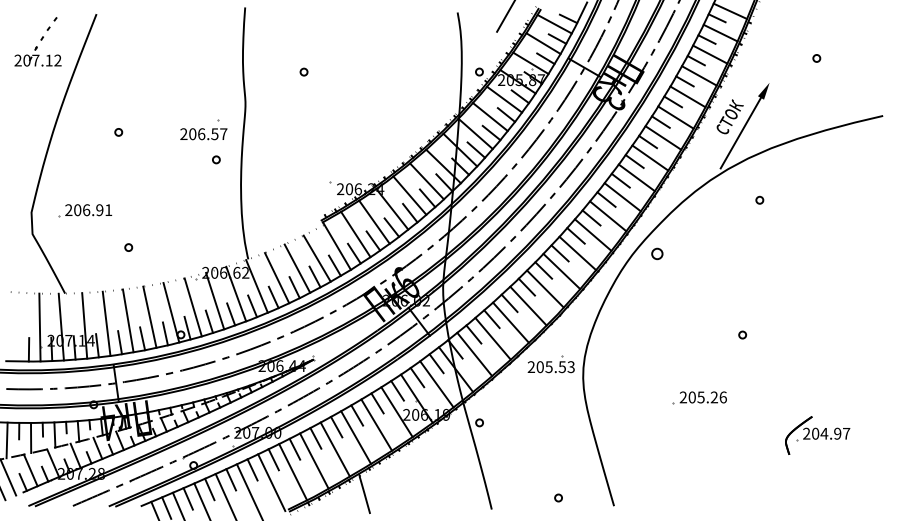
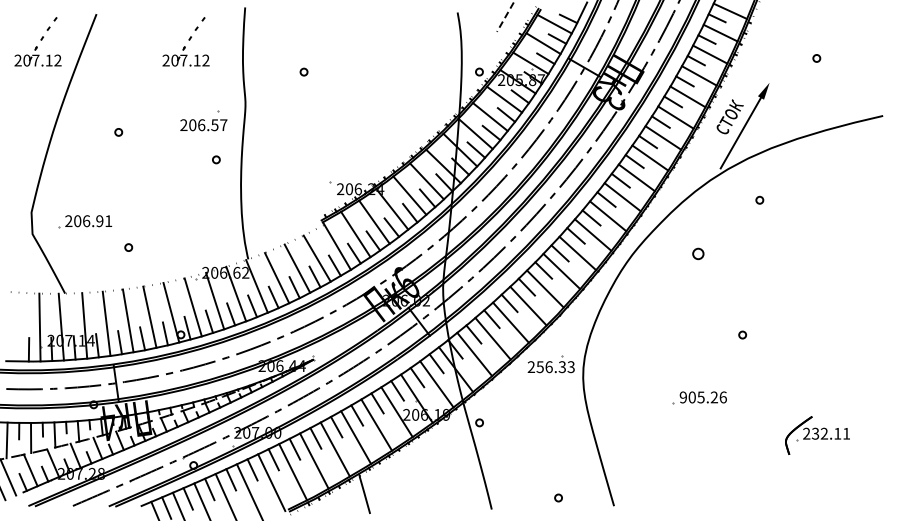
line at (505, 16): solid -> dashed
part at (185, 41): none -> present
part at (203, 129) position: (203, 129) -> (203, 120)
part at (85, 210) position: (85, 210) -> (85, 221)
circle at (657, 253) position: (657, 253) -> (698, 253)
text at (550, 367): 205.53 -> 256.33
text at (682, 397): 205.26 -> 905.26
text at (830, 433): 204.97 -> 232.11
